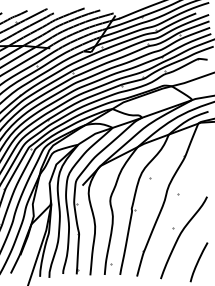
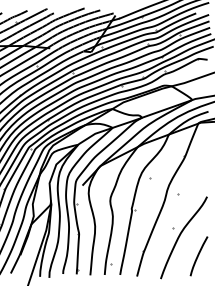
curve at (198, 262) position: (198, 262) -> (198, 256)
